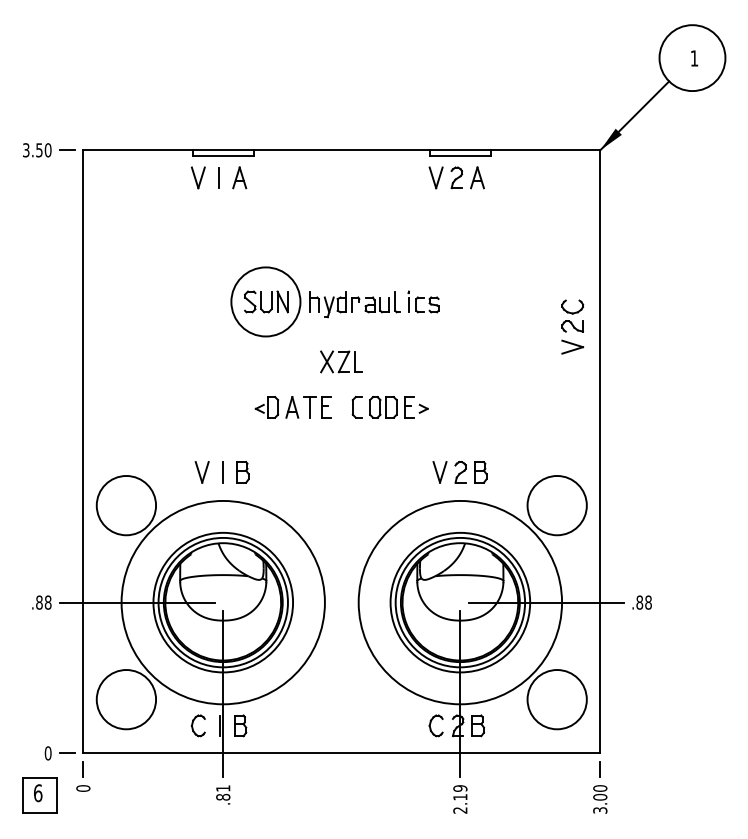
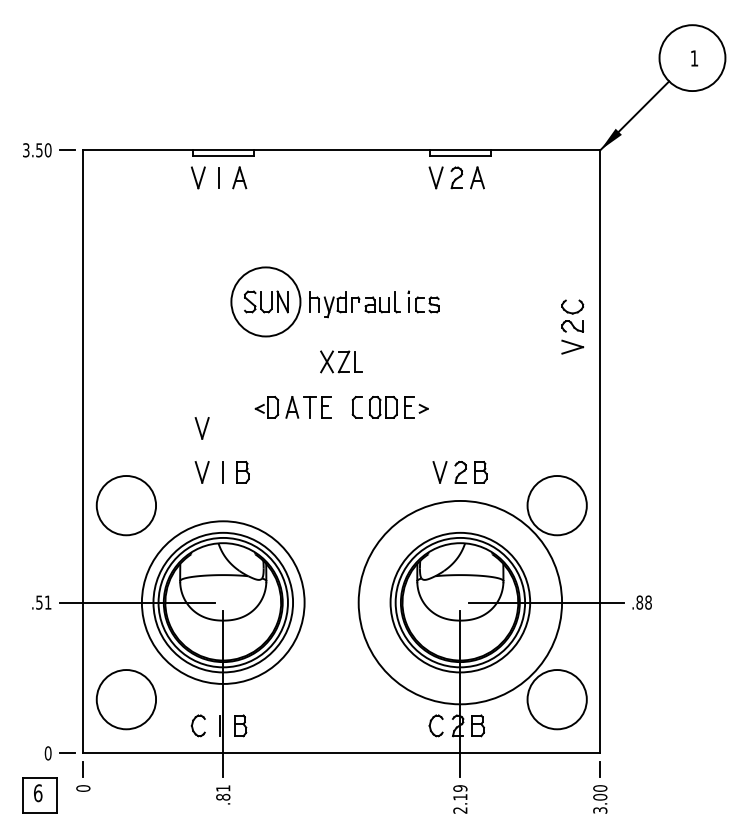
part at (201, 428): none -> present
text at (43, 602): .88 -> .51
circle at (222, 602) diameter: 203 px -> 163 px
